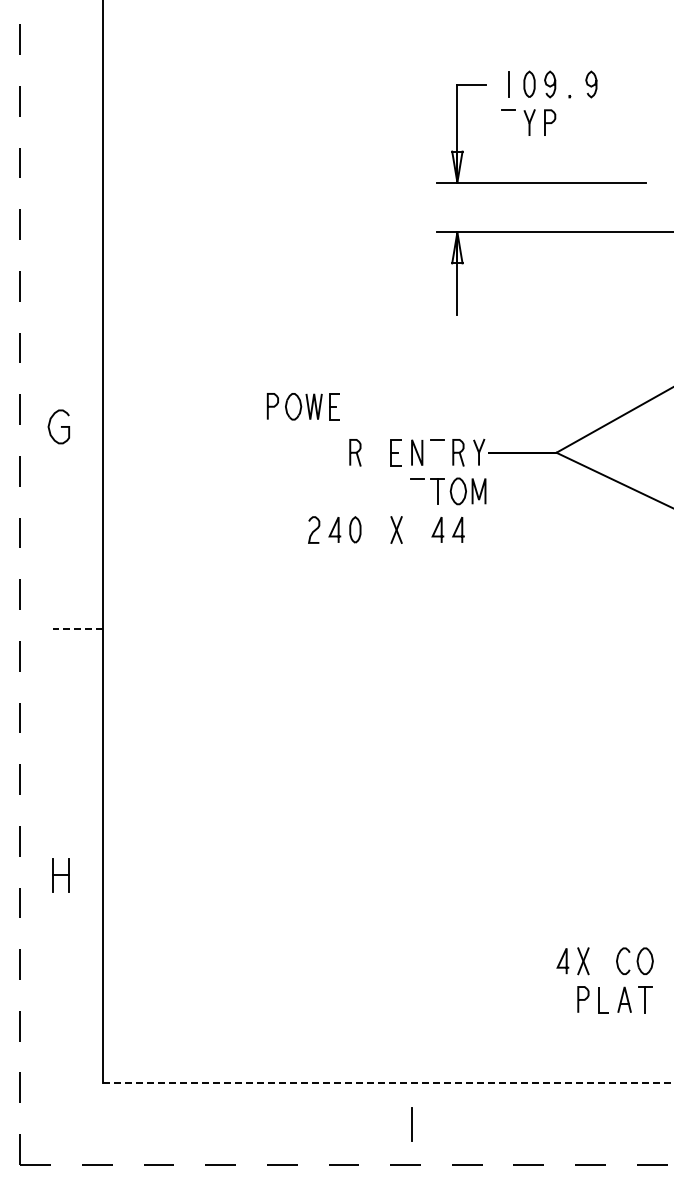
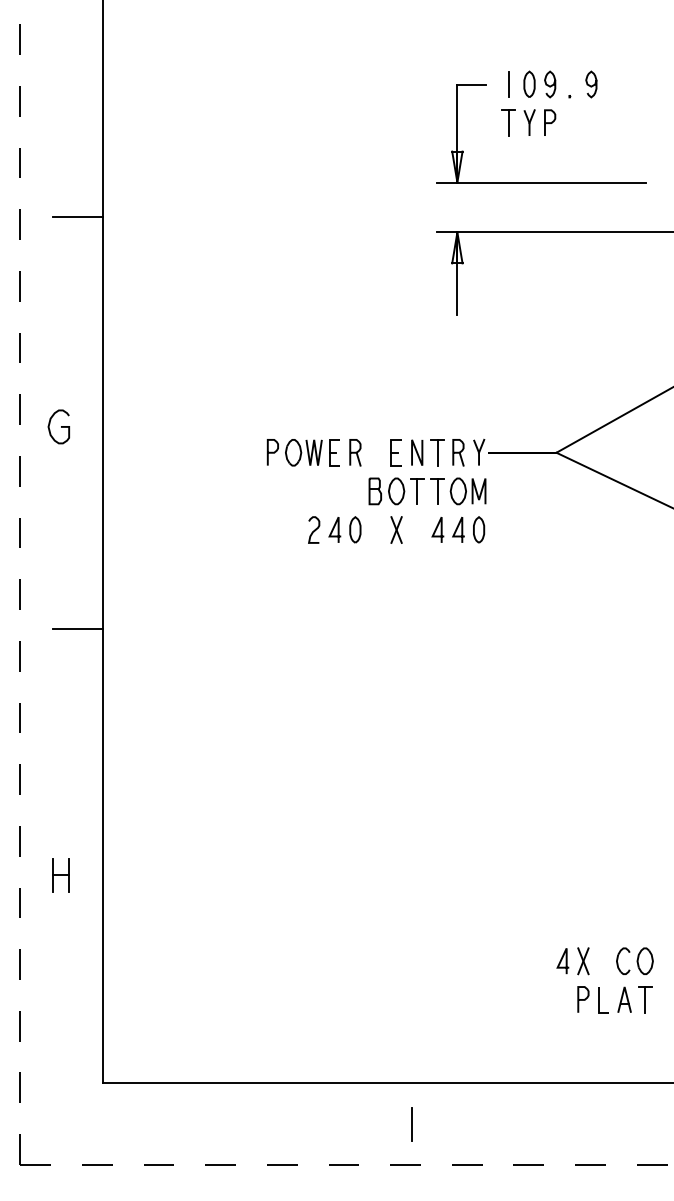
line at (508, 123): none -> present
line at (77, 217): none -> present
part at (302, 406) position: (302, 406) -> (302, 452)
line at (437, 452): none -> present
part at (386, 491): none -> present
line at (417, 491): none -> present
part at (479, 529): none -> present
line at (77, 629): dashed -> solid
line at (388, 1082): dashed -> solid
